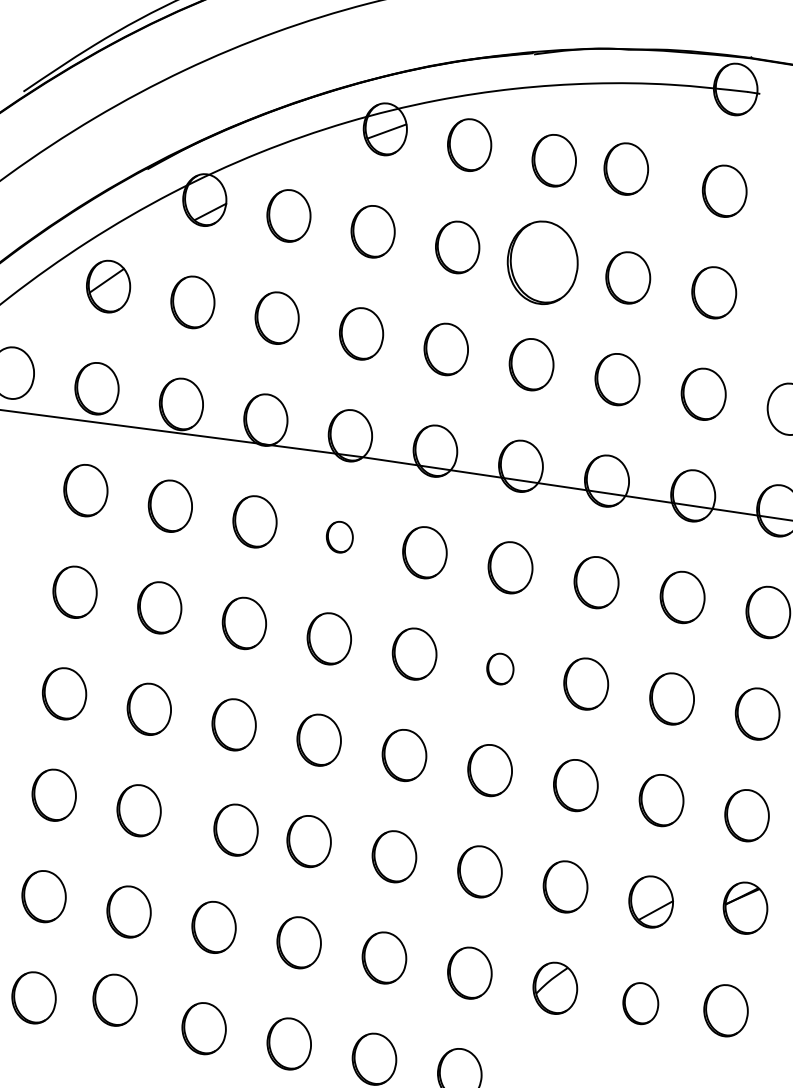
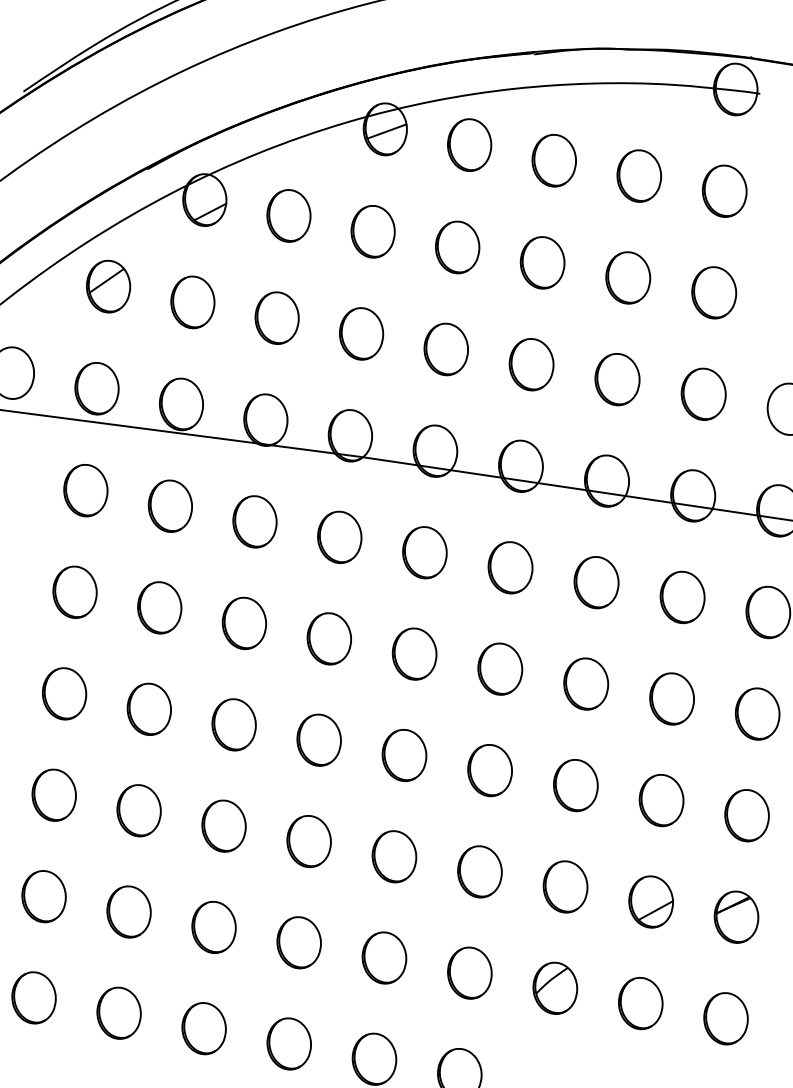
part at (625, 168) position: (625, 168) -> (638, 175)
part at (542, 262) size: 73x85 px -> 47x54 px
part at (339, 537) size: 29x33 px -> 46x54 px
part at (500, 668) size: 29x34 px -> 47x54 px
part at (235, 829) position: (235, 829) -> (223, 825)
part at (745, 907) position: (745, 907) -> (736, 916)
part at (114, 999) position: (114, 999) -> (118, 1012)
part at (640, 1003) size: 38x44 px -> 46x54 px
part at (725, 1010) position: (725, 1010) -> (725, 1018)
